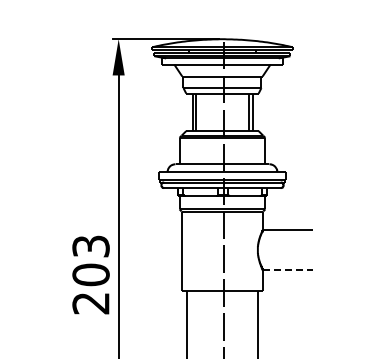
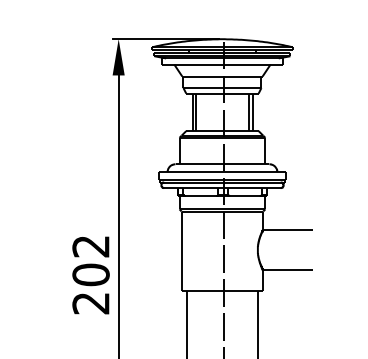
text at (90, 246): 203 -> 202
line at (288, 270): dashed -> solid
